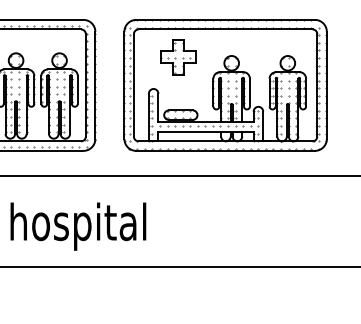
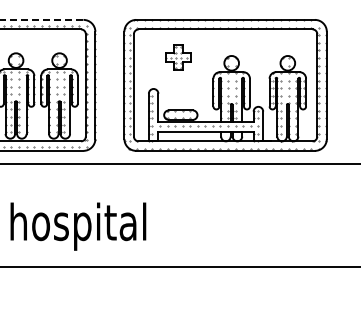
line at (41, 19): solid -> dashed
part at (178, 57) size: 37x37 px -> 27x27 px
line at (179, 176) position: (179, 176) -> (179, 164)
